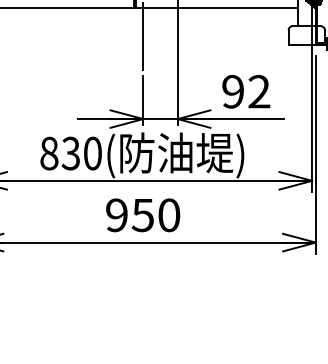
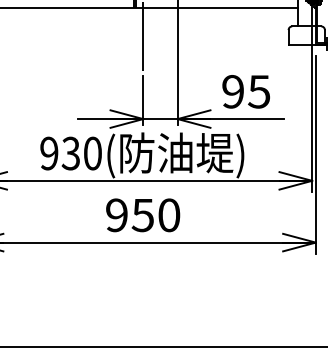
text at (259, 91): 92 -> 95
text at (49, 153): 830( -> 930(
line at (163, 347): none -> present
